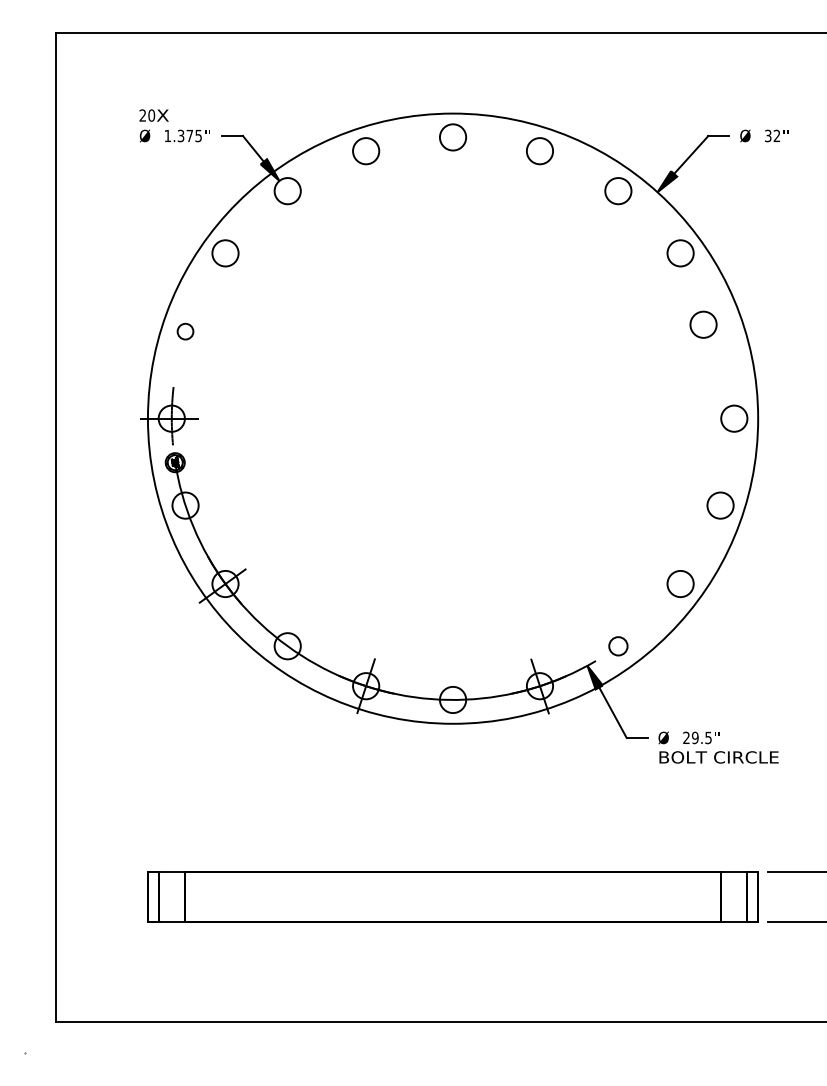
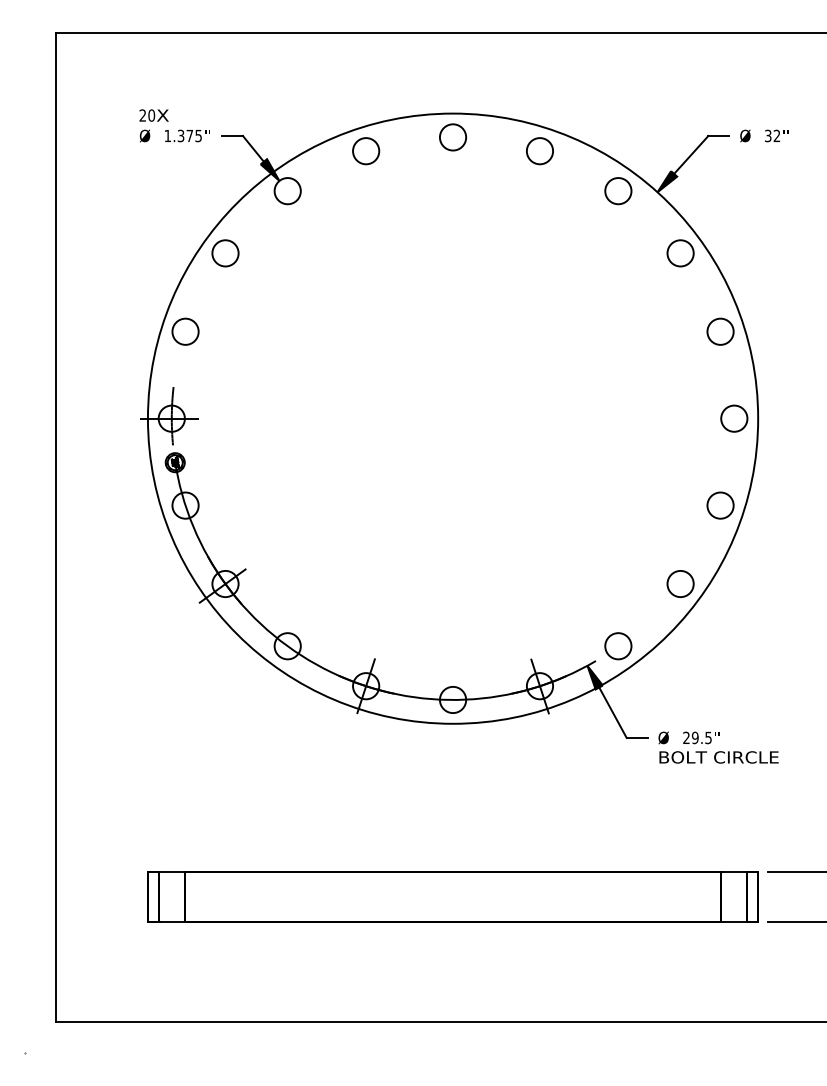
circle at (703, 324) position: (703, 324) -> (720, 331)
circle at (185, 331) size: 19x19 px -> 29x29 px
circle at (618, 646) size: 21x21 px -> 29x29 px
